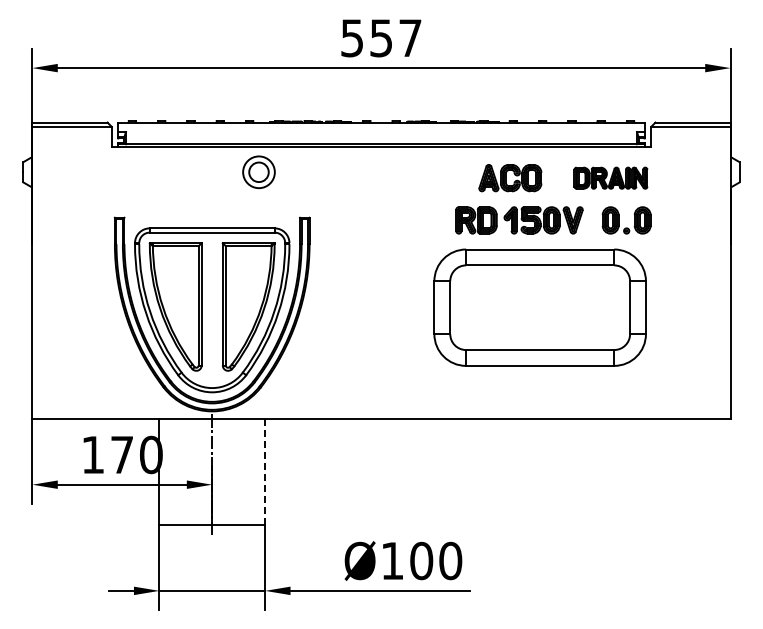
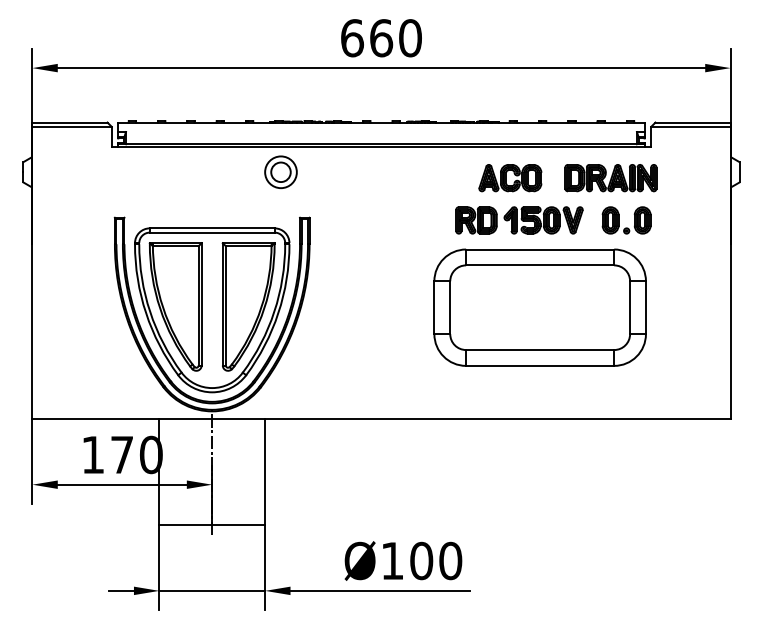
text at (381, 38): 557 -> 660
part at (258, 171) position: (258, 171) -> (280, 171)
part at (610, 177) size: 76x24 px -> 94x29 px
line at (265, 471): dashed -> solid
